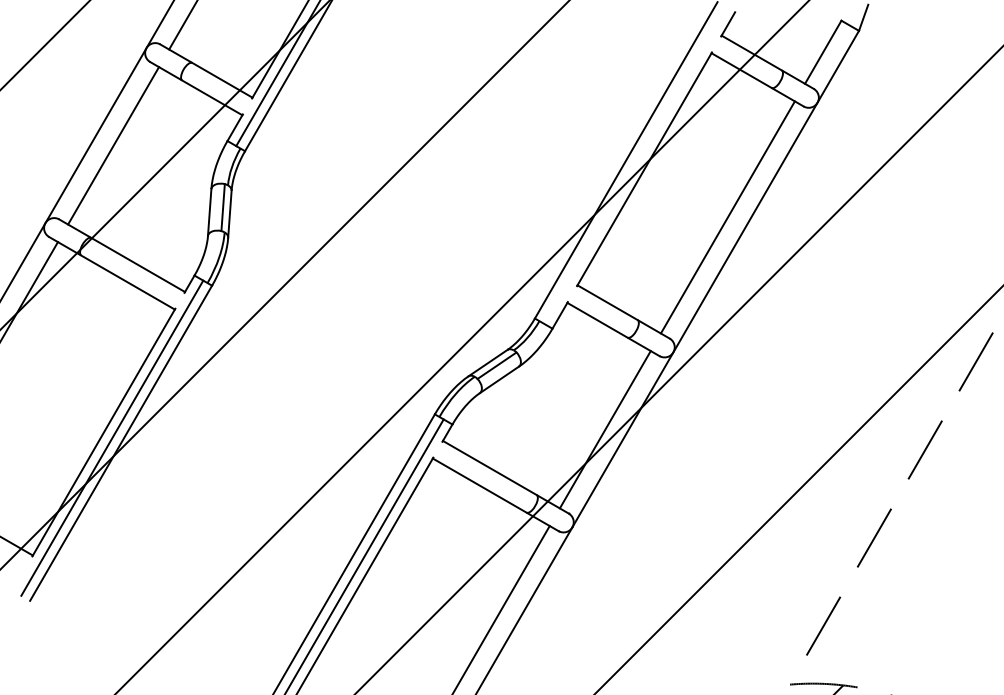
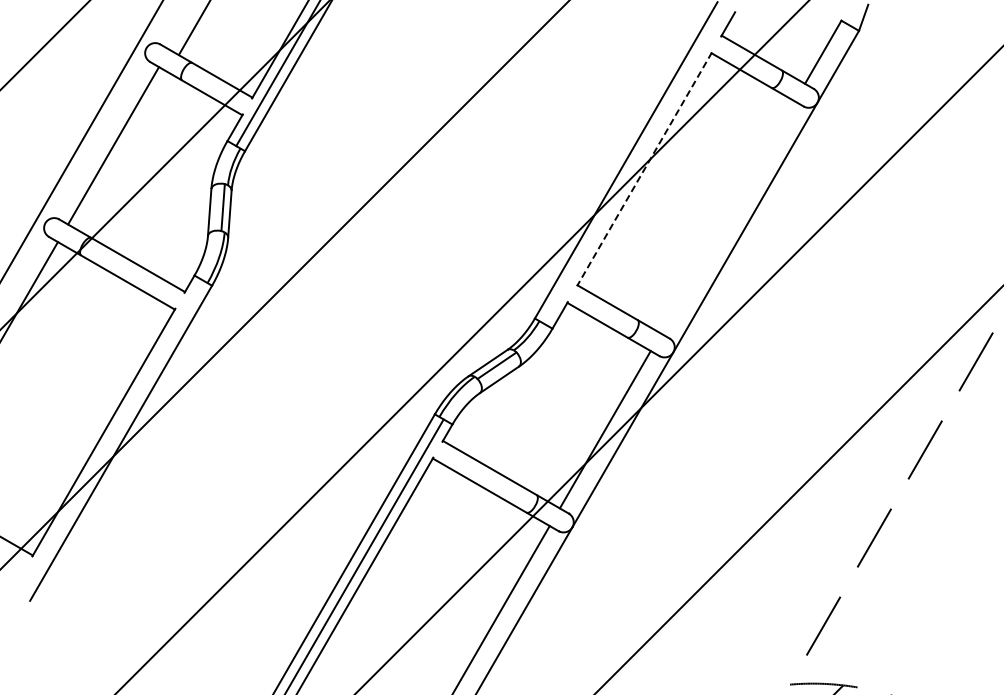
line at (182, 25) position: (182, 25) -> (194, 28)
line at (87, 149) position: (87, 149) -> (82, 140)
line at (644, 169): solid -> dashed
line at (727, 217): present -> none
line at (112, 437): present -> none
